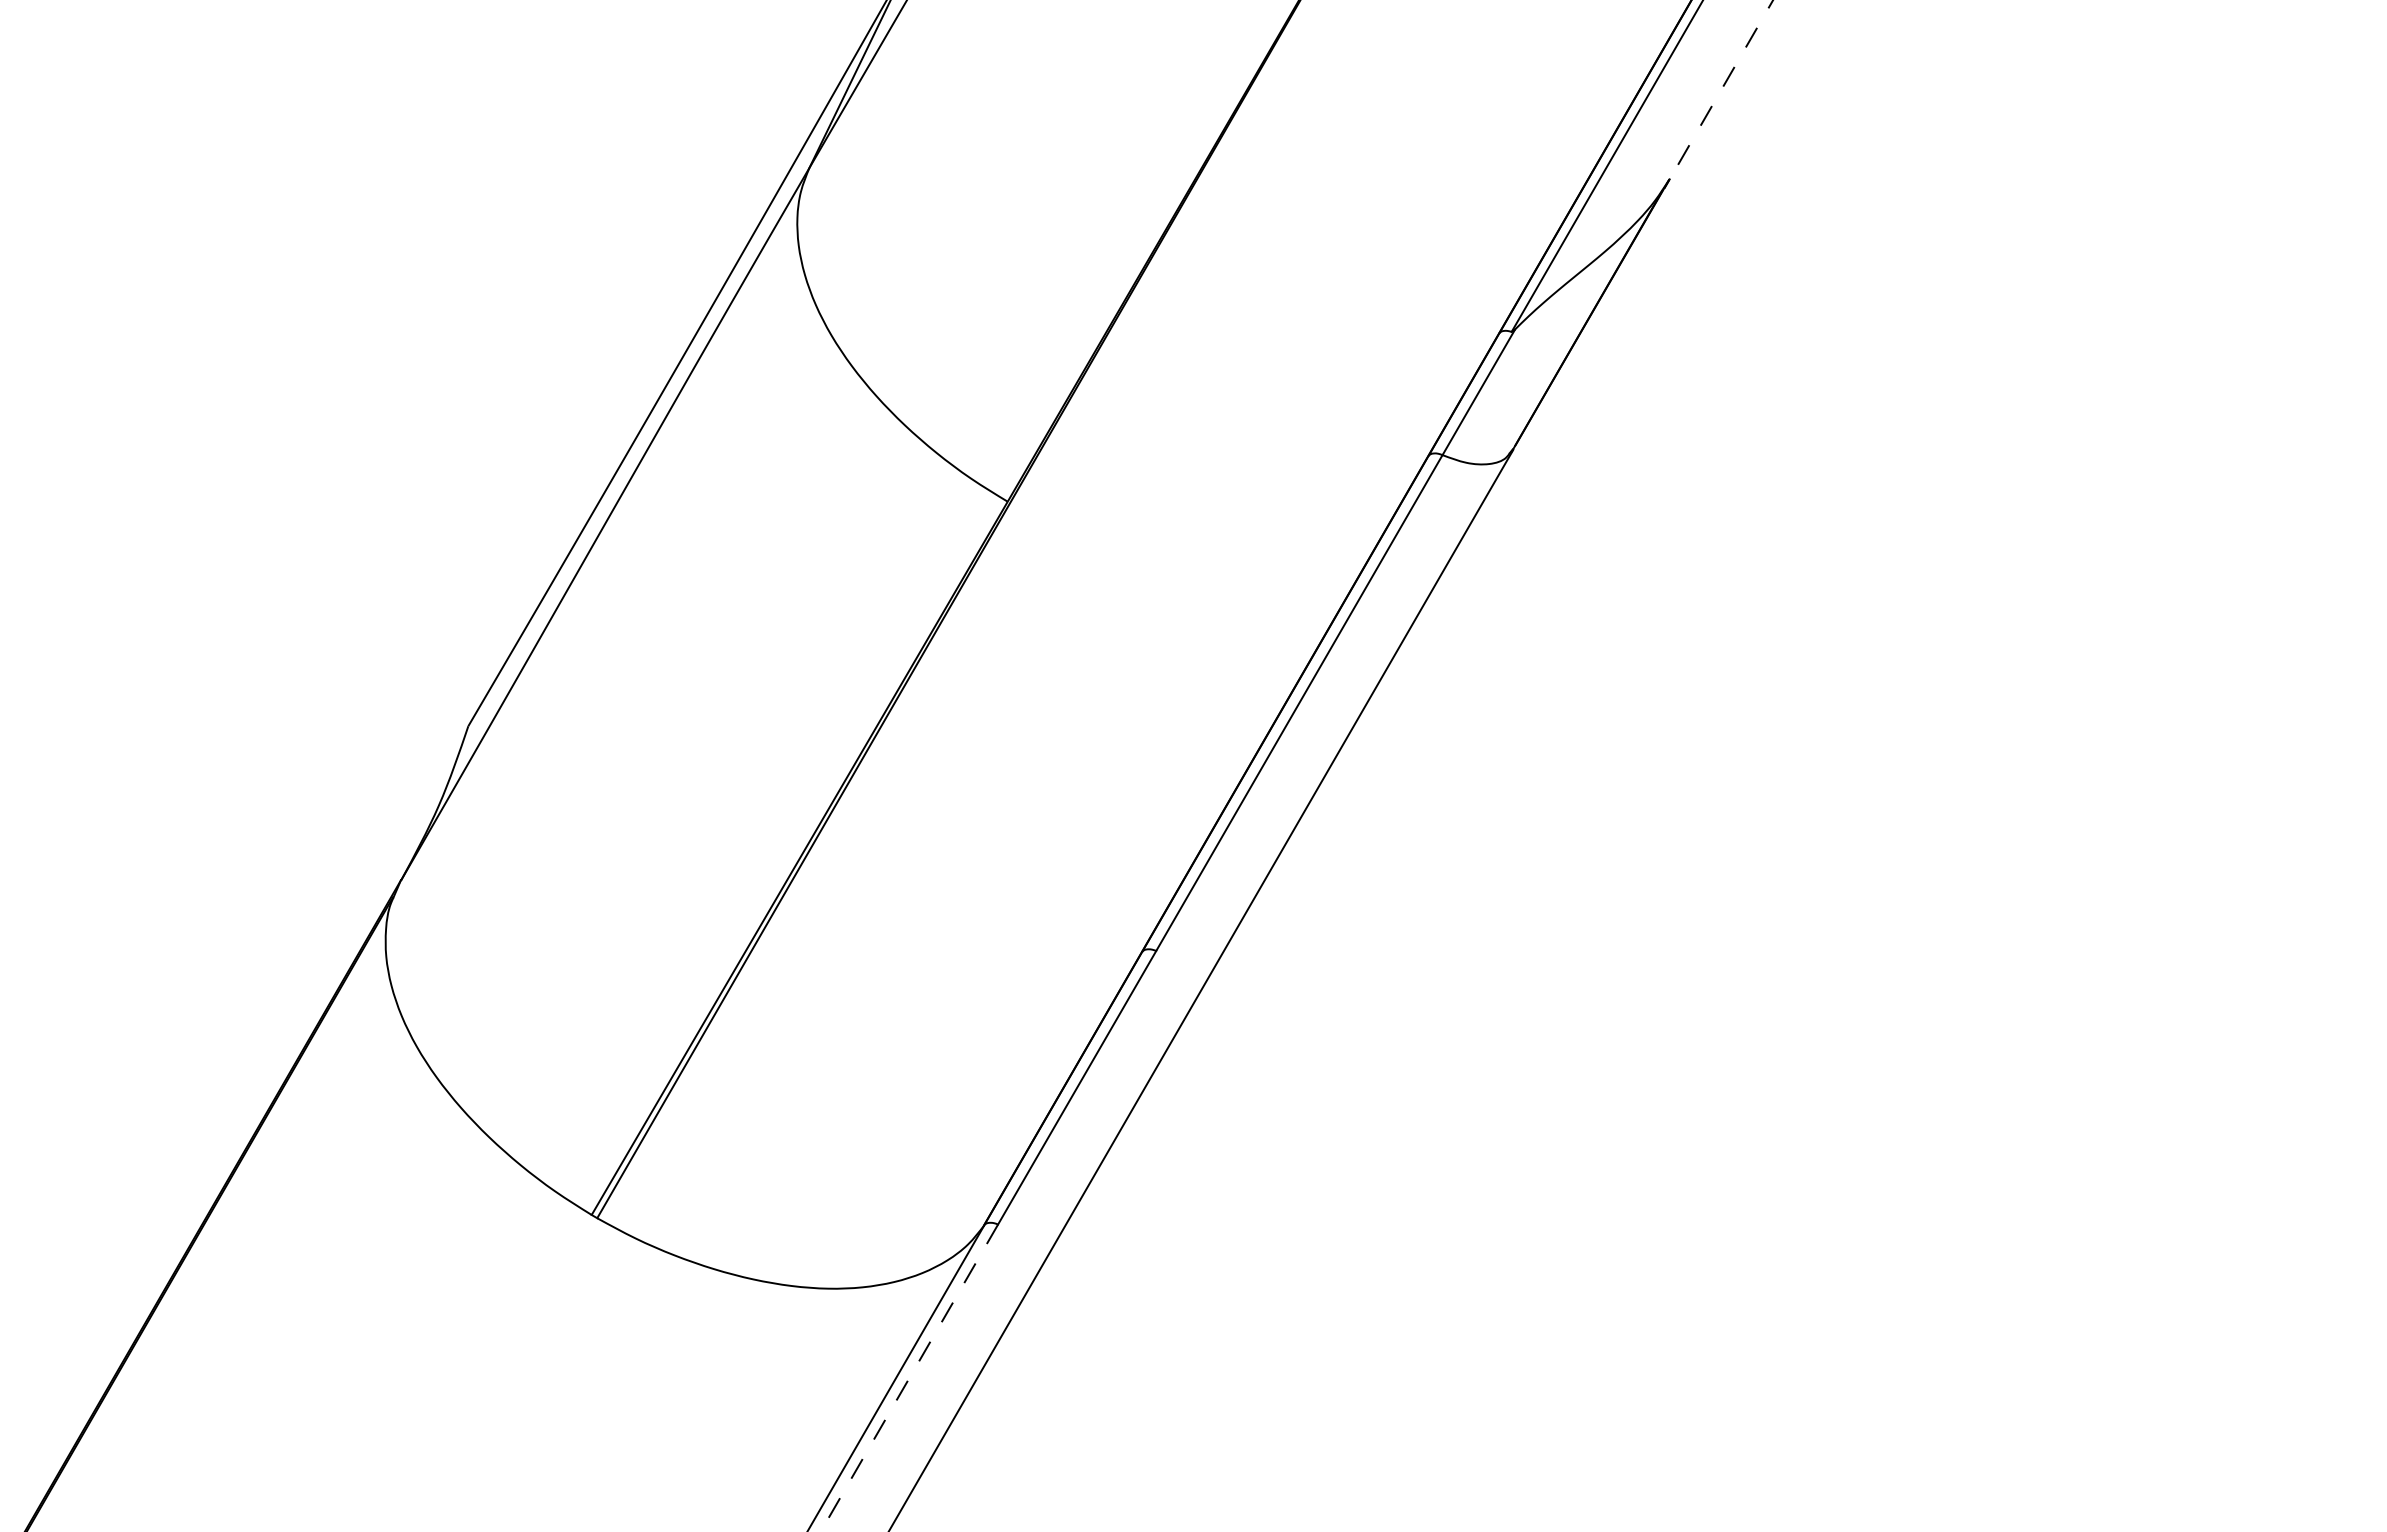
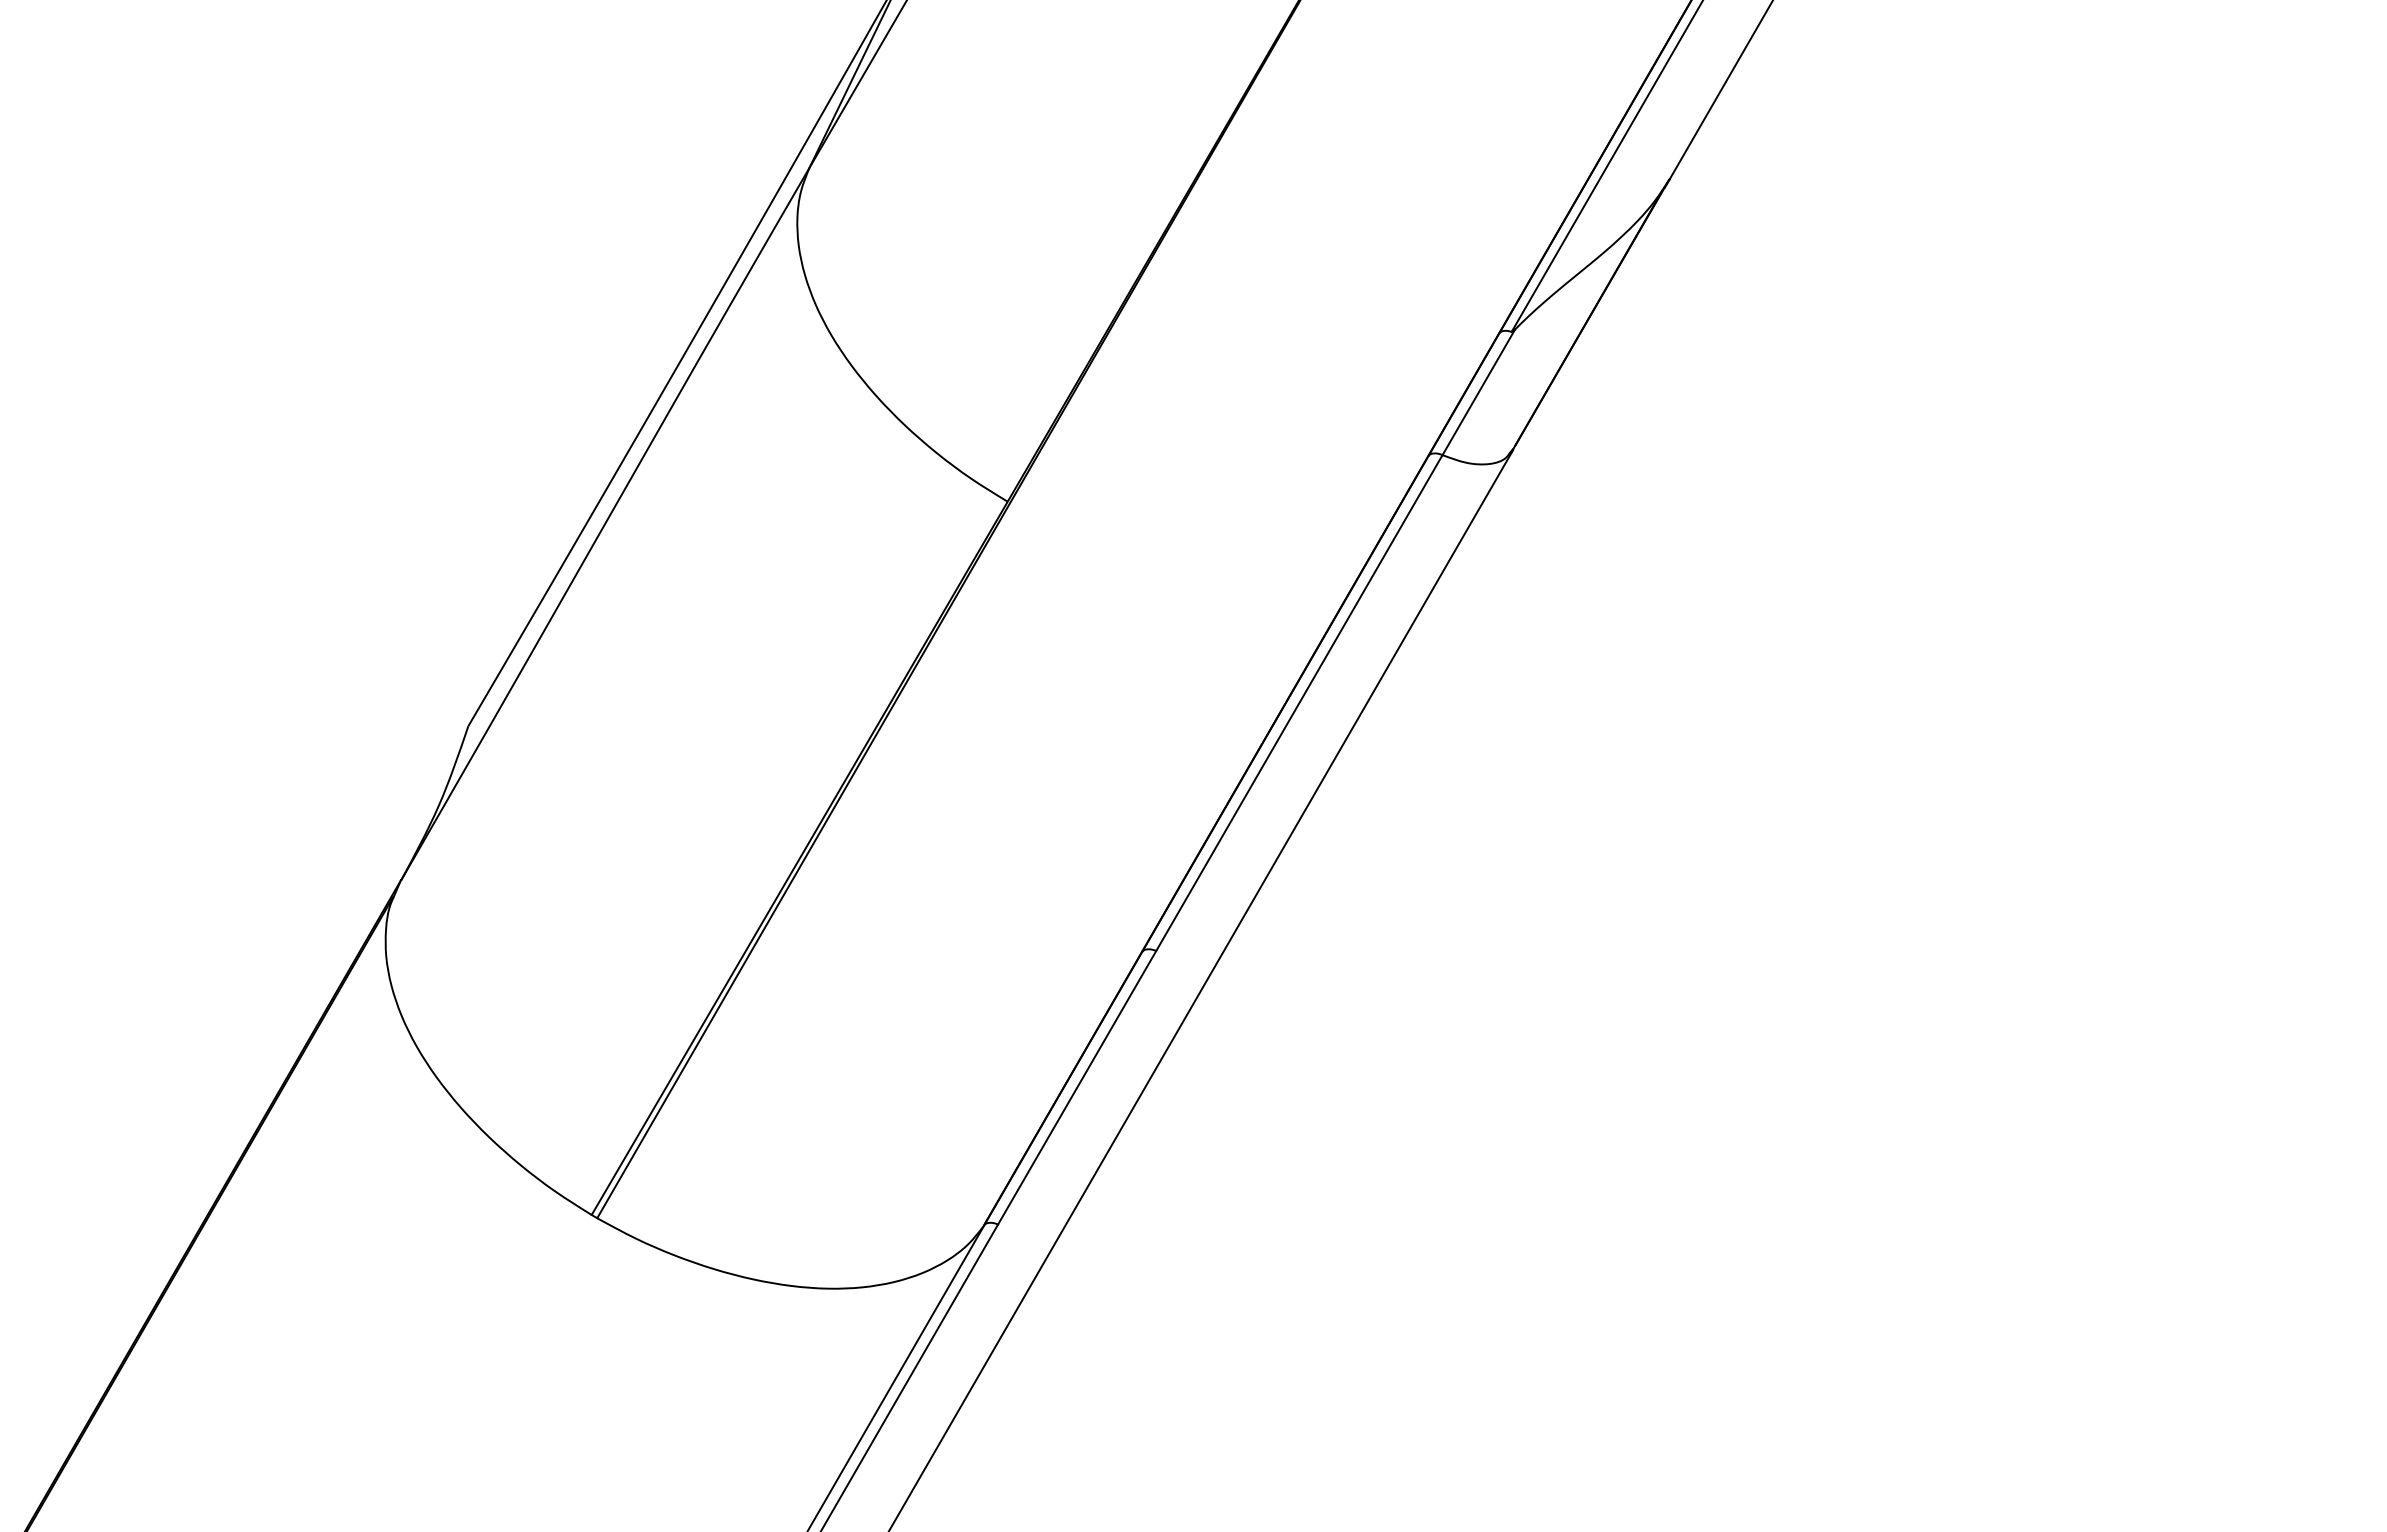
line at (1721, 90): dashed -> solid
line at (909, 1378): dashed -> solid
